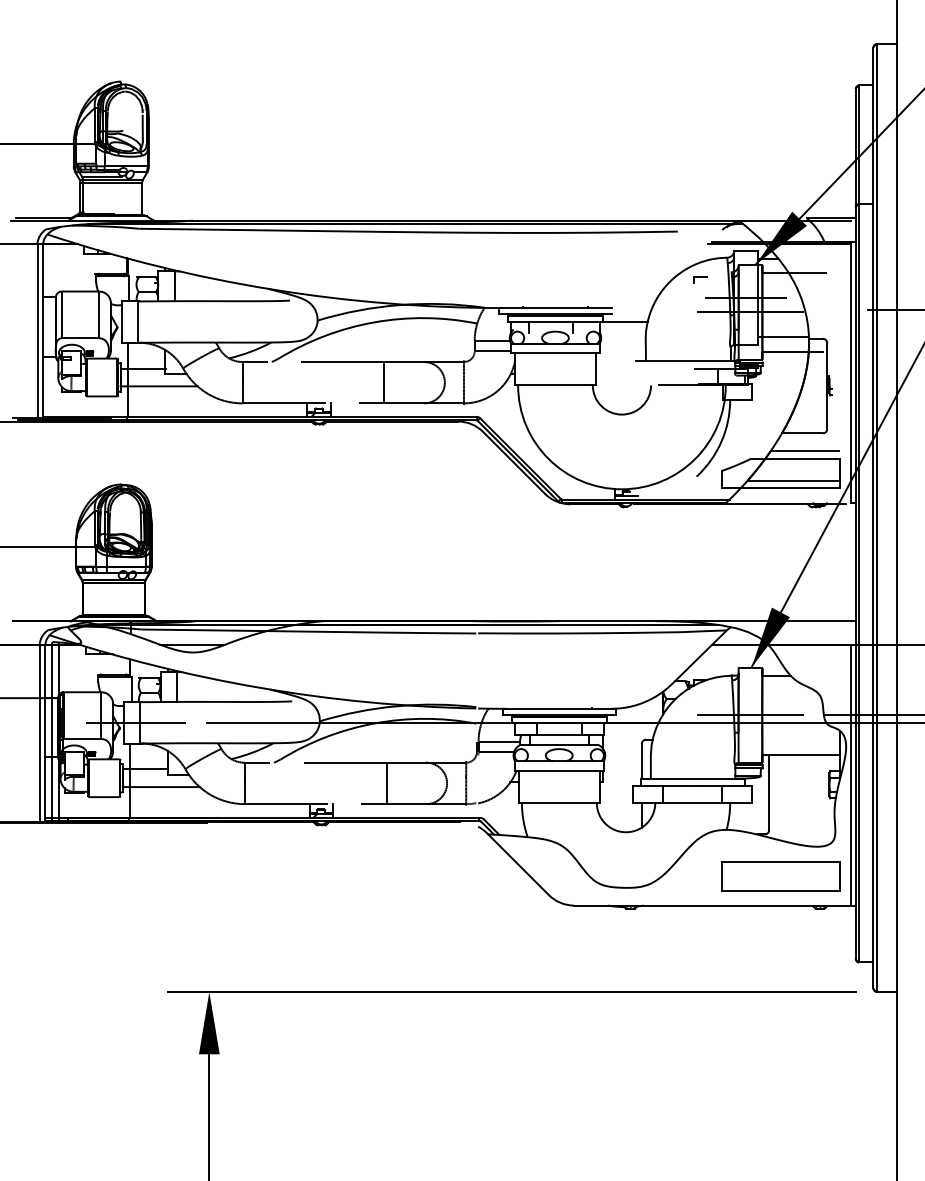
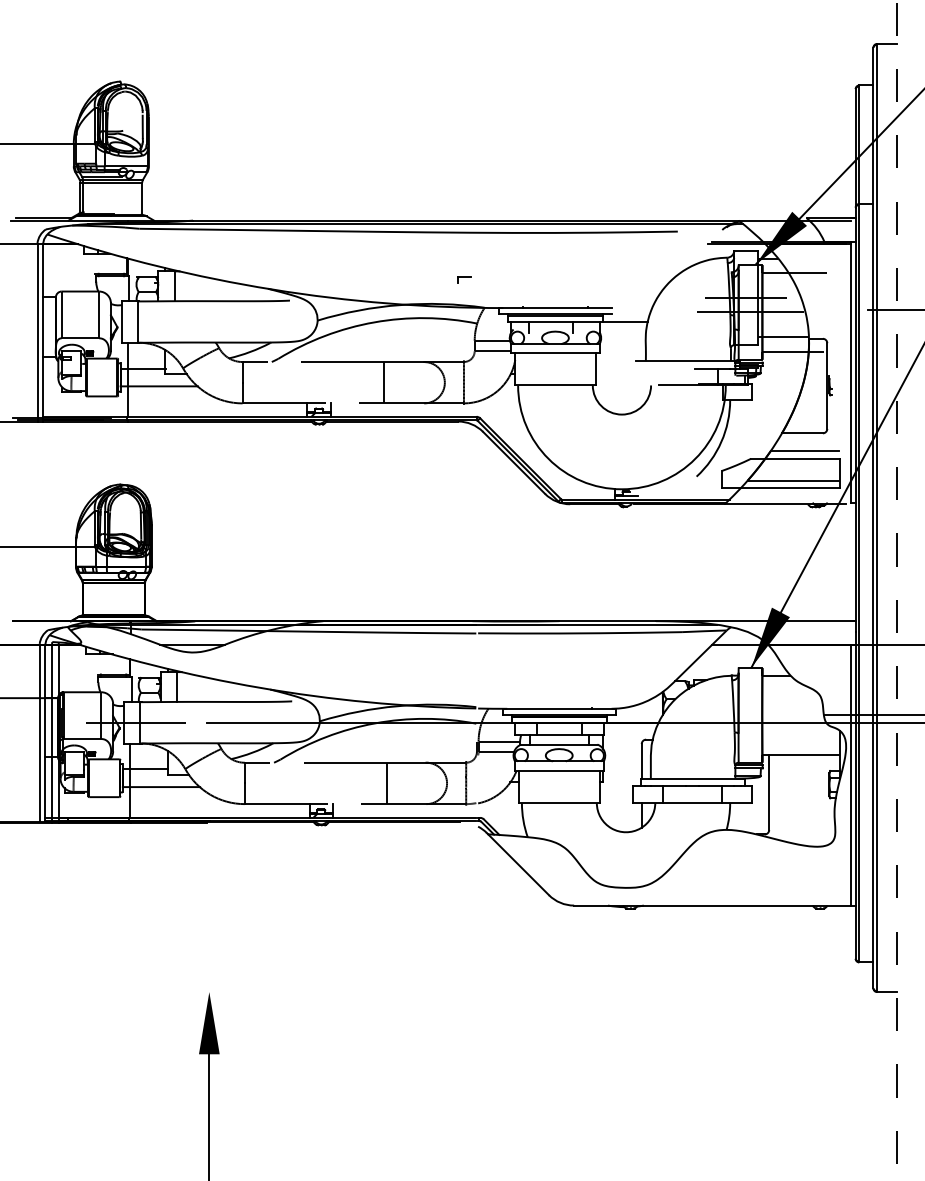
part at (700, 279) position: (700, 279) -> (464, 279)
line at (897, 590): solid -> dashed
line at (750, 715): present -> none
part at (780, 876): present -> none
line at (511, 992): present -> none
